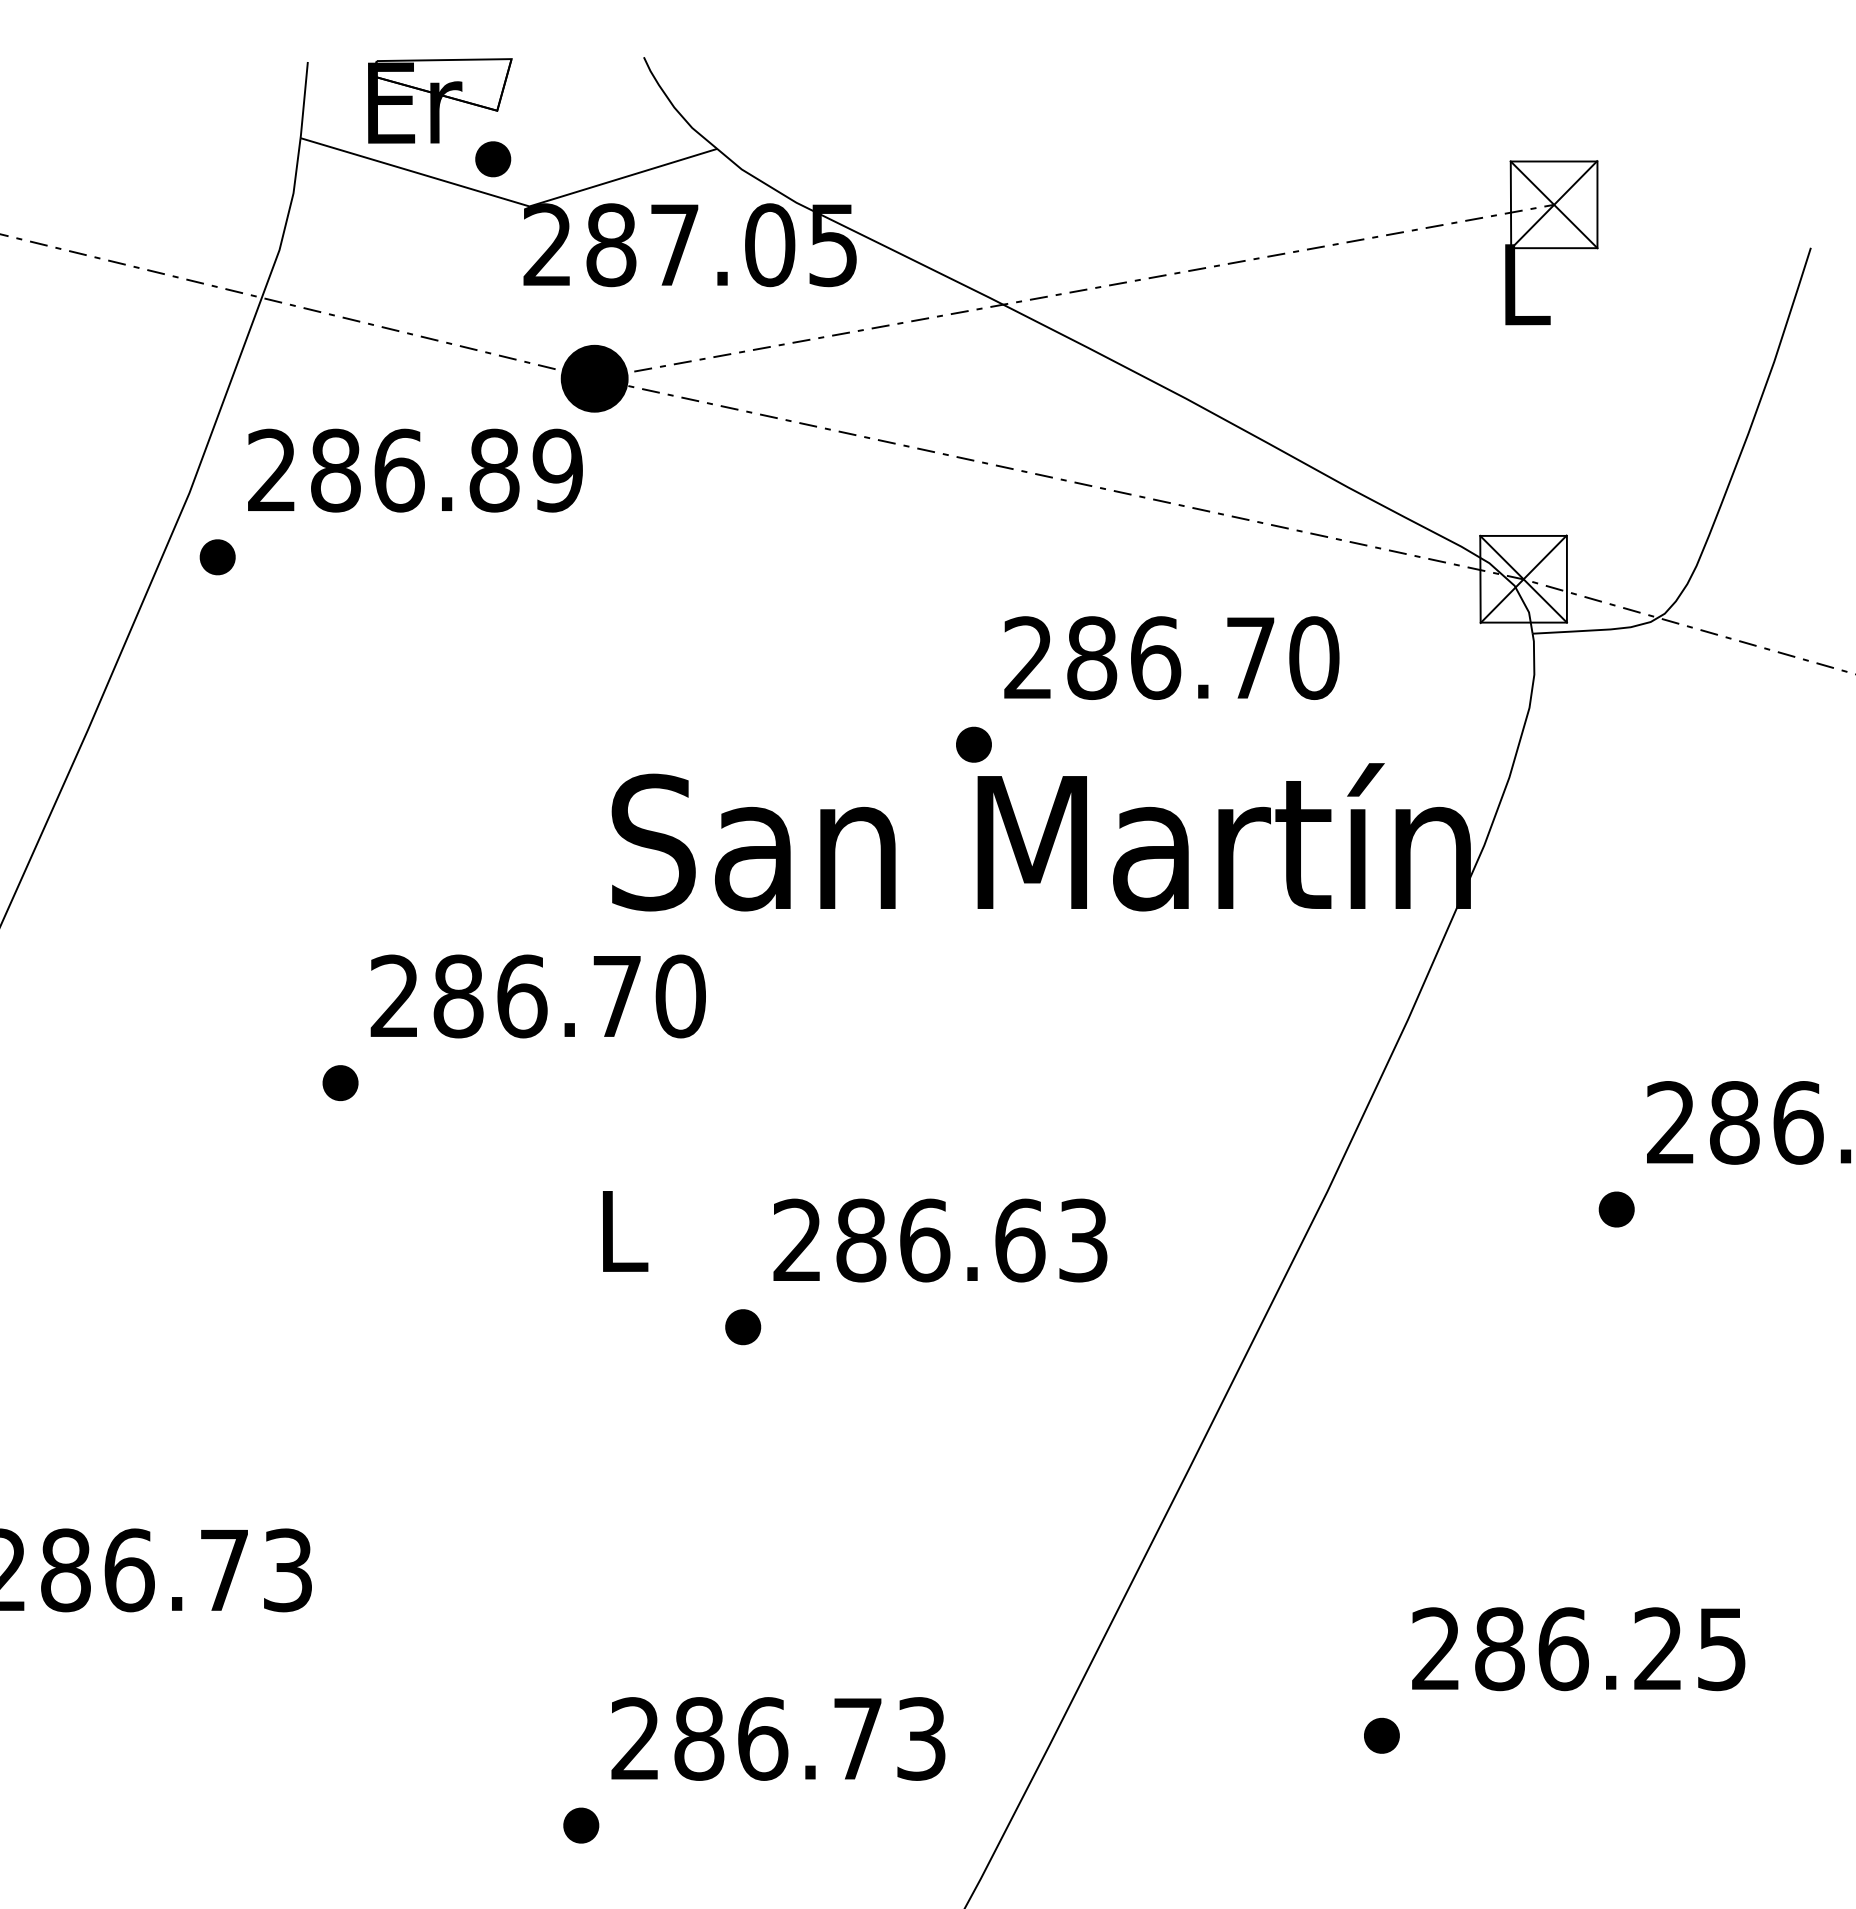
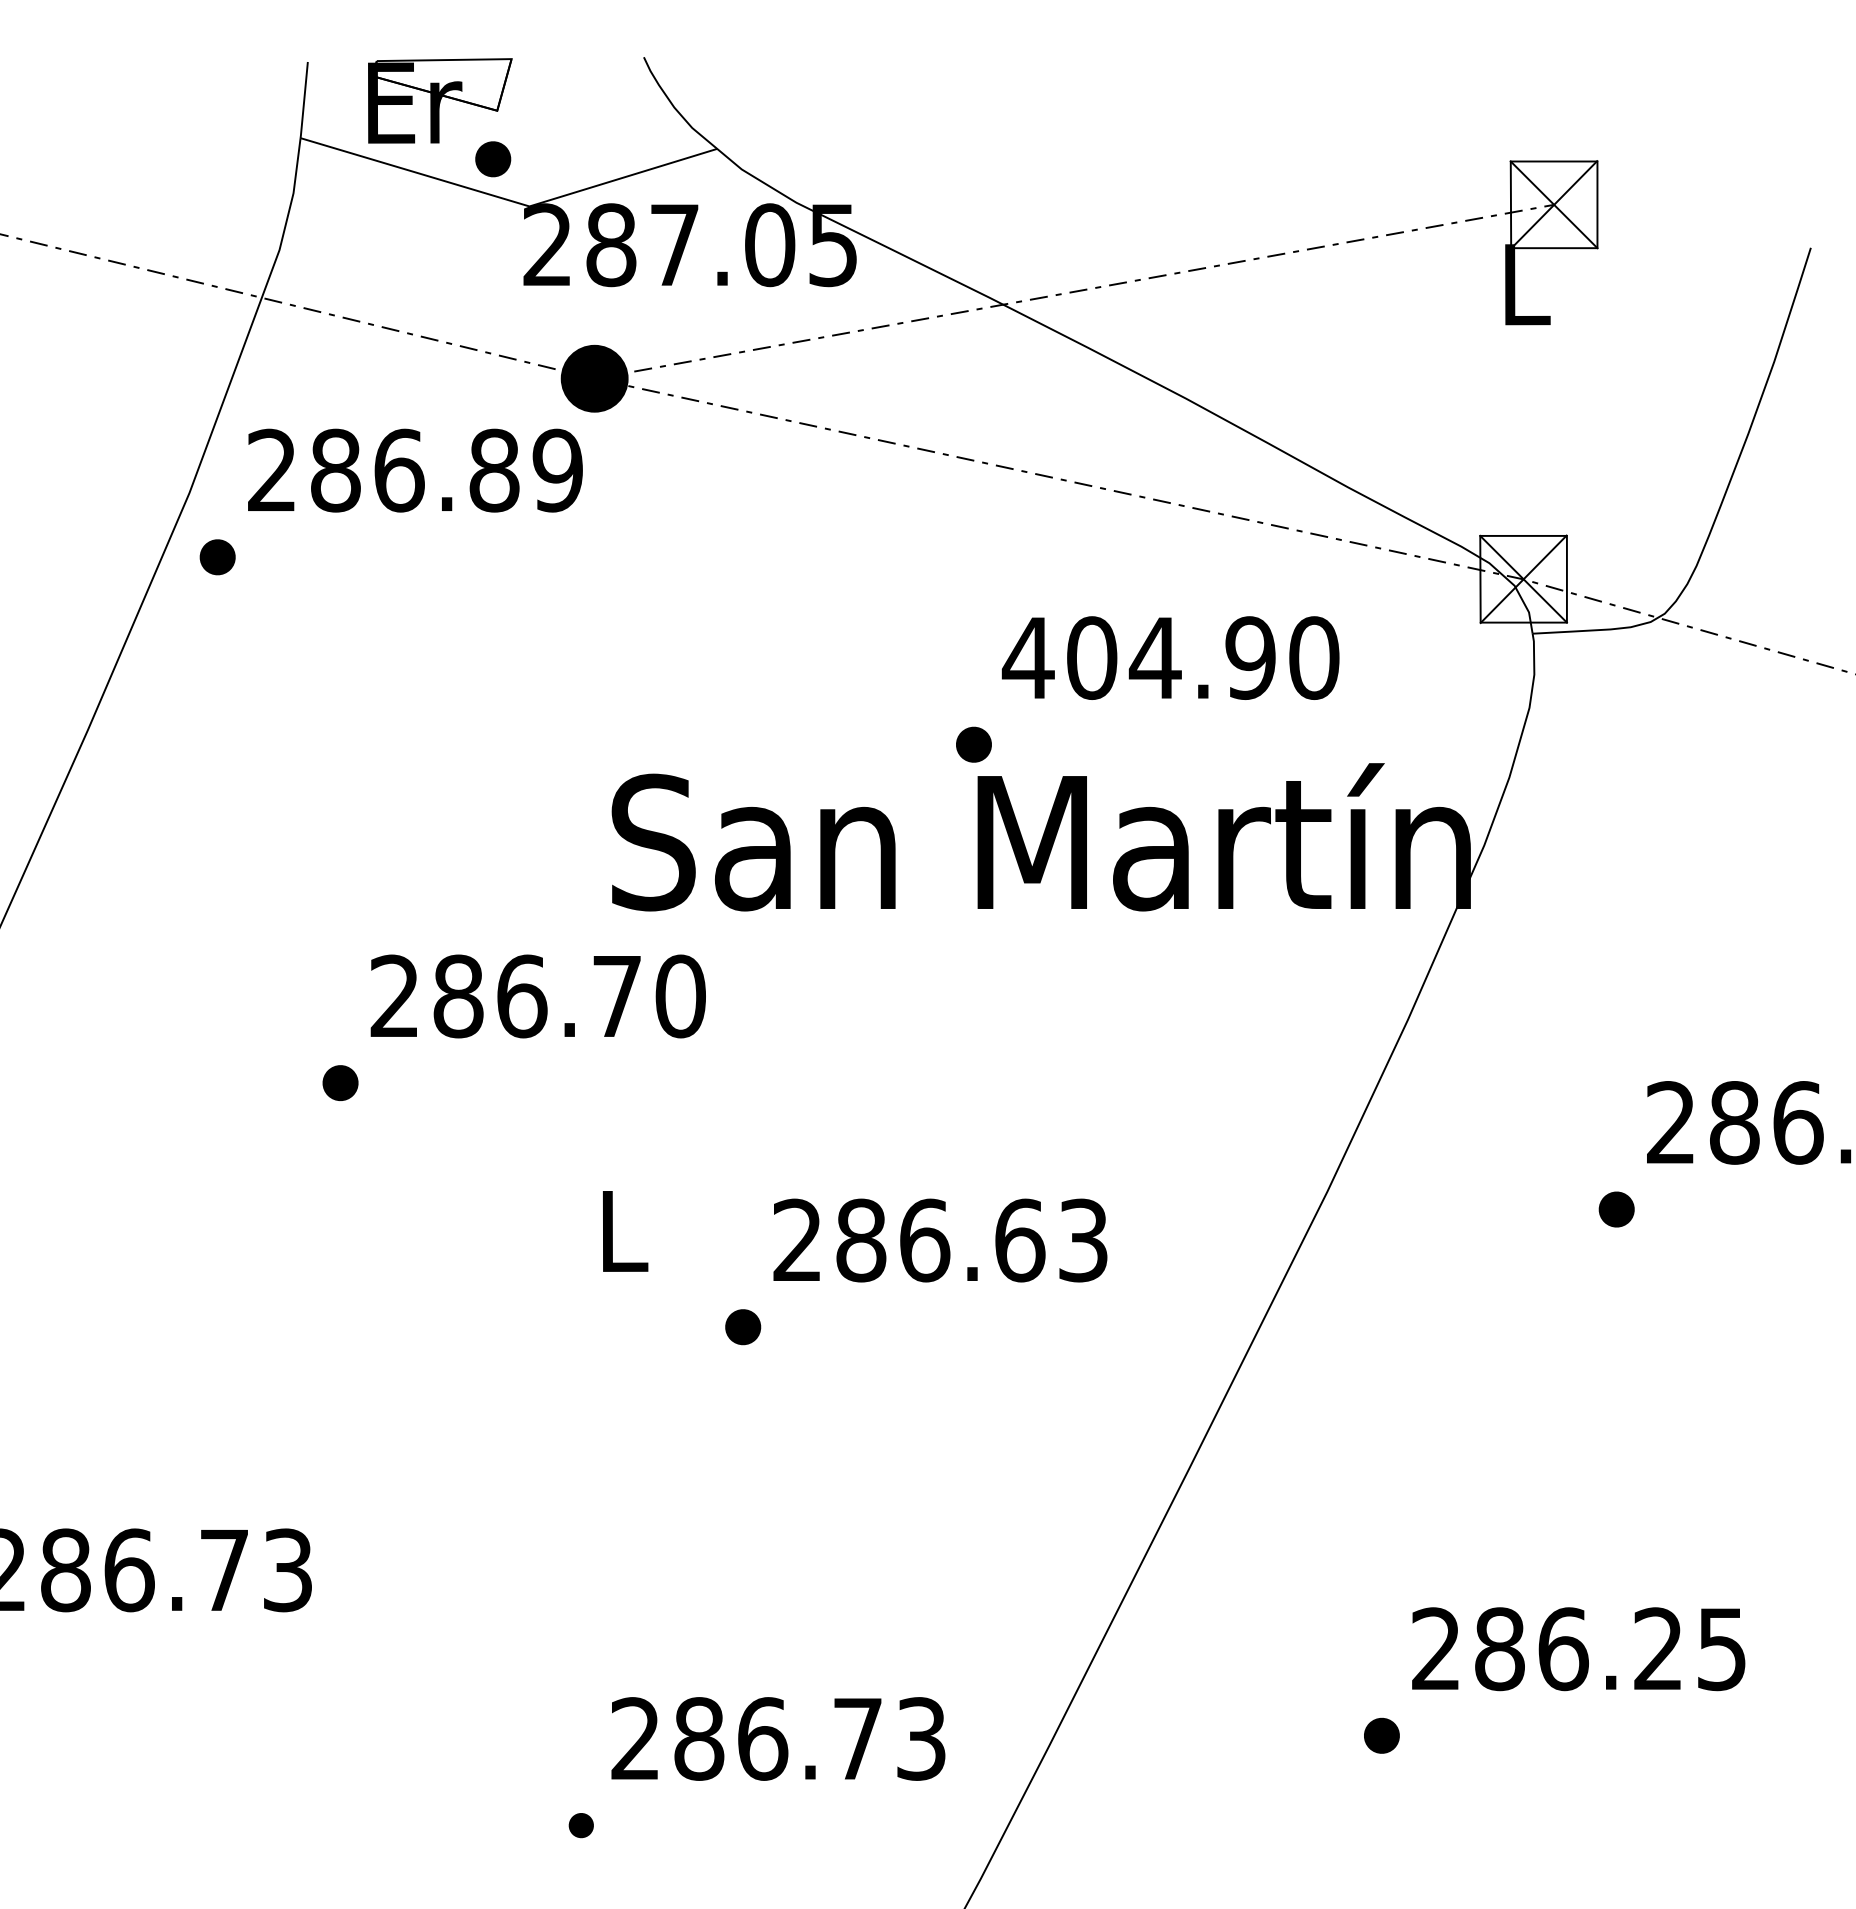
text at (1138, 657): 286.70 -> 404.90
part at (581, 1825) size: 37x37 px -> 26x26 px
